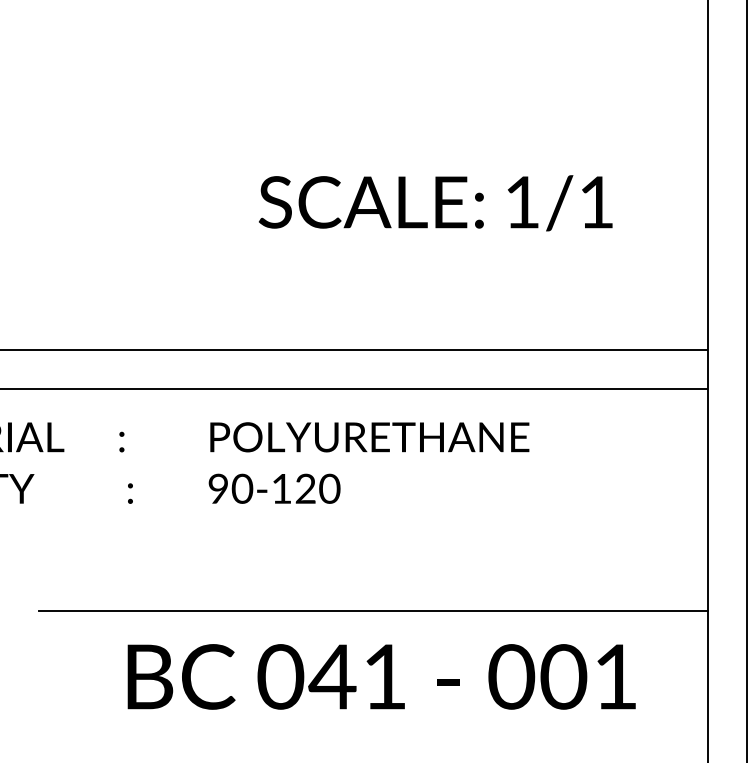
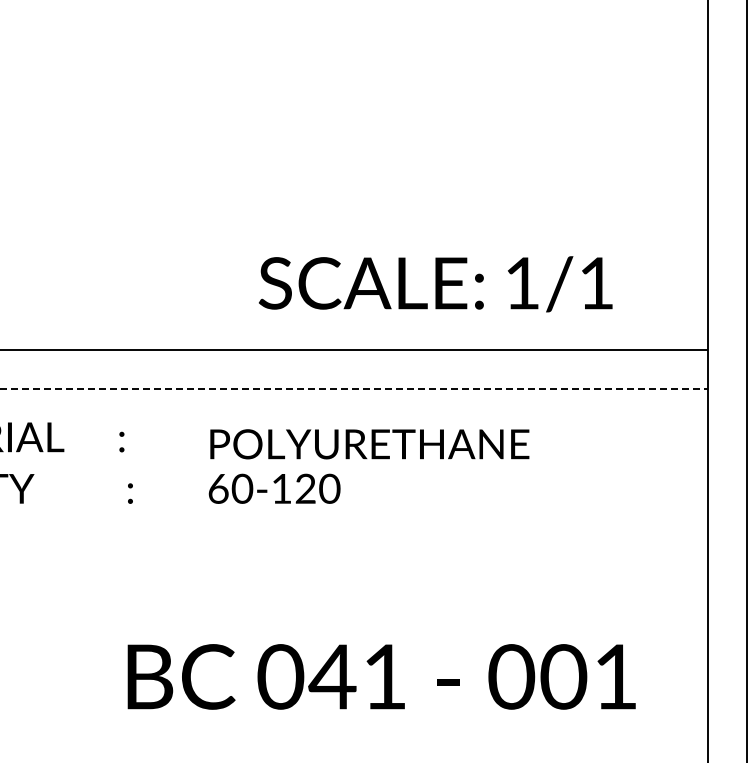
text at (435, 203) position: (435, 203) -> (435, 284)
line at (354, 388): solid -> dashed
text at (369, 437) position: (369, 437) -> (369, 444)
text at (218, 488): 90-120 -> 60-120
line at (373, 610): present -> none
